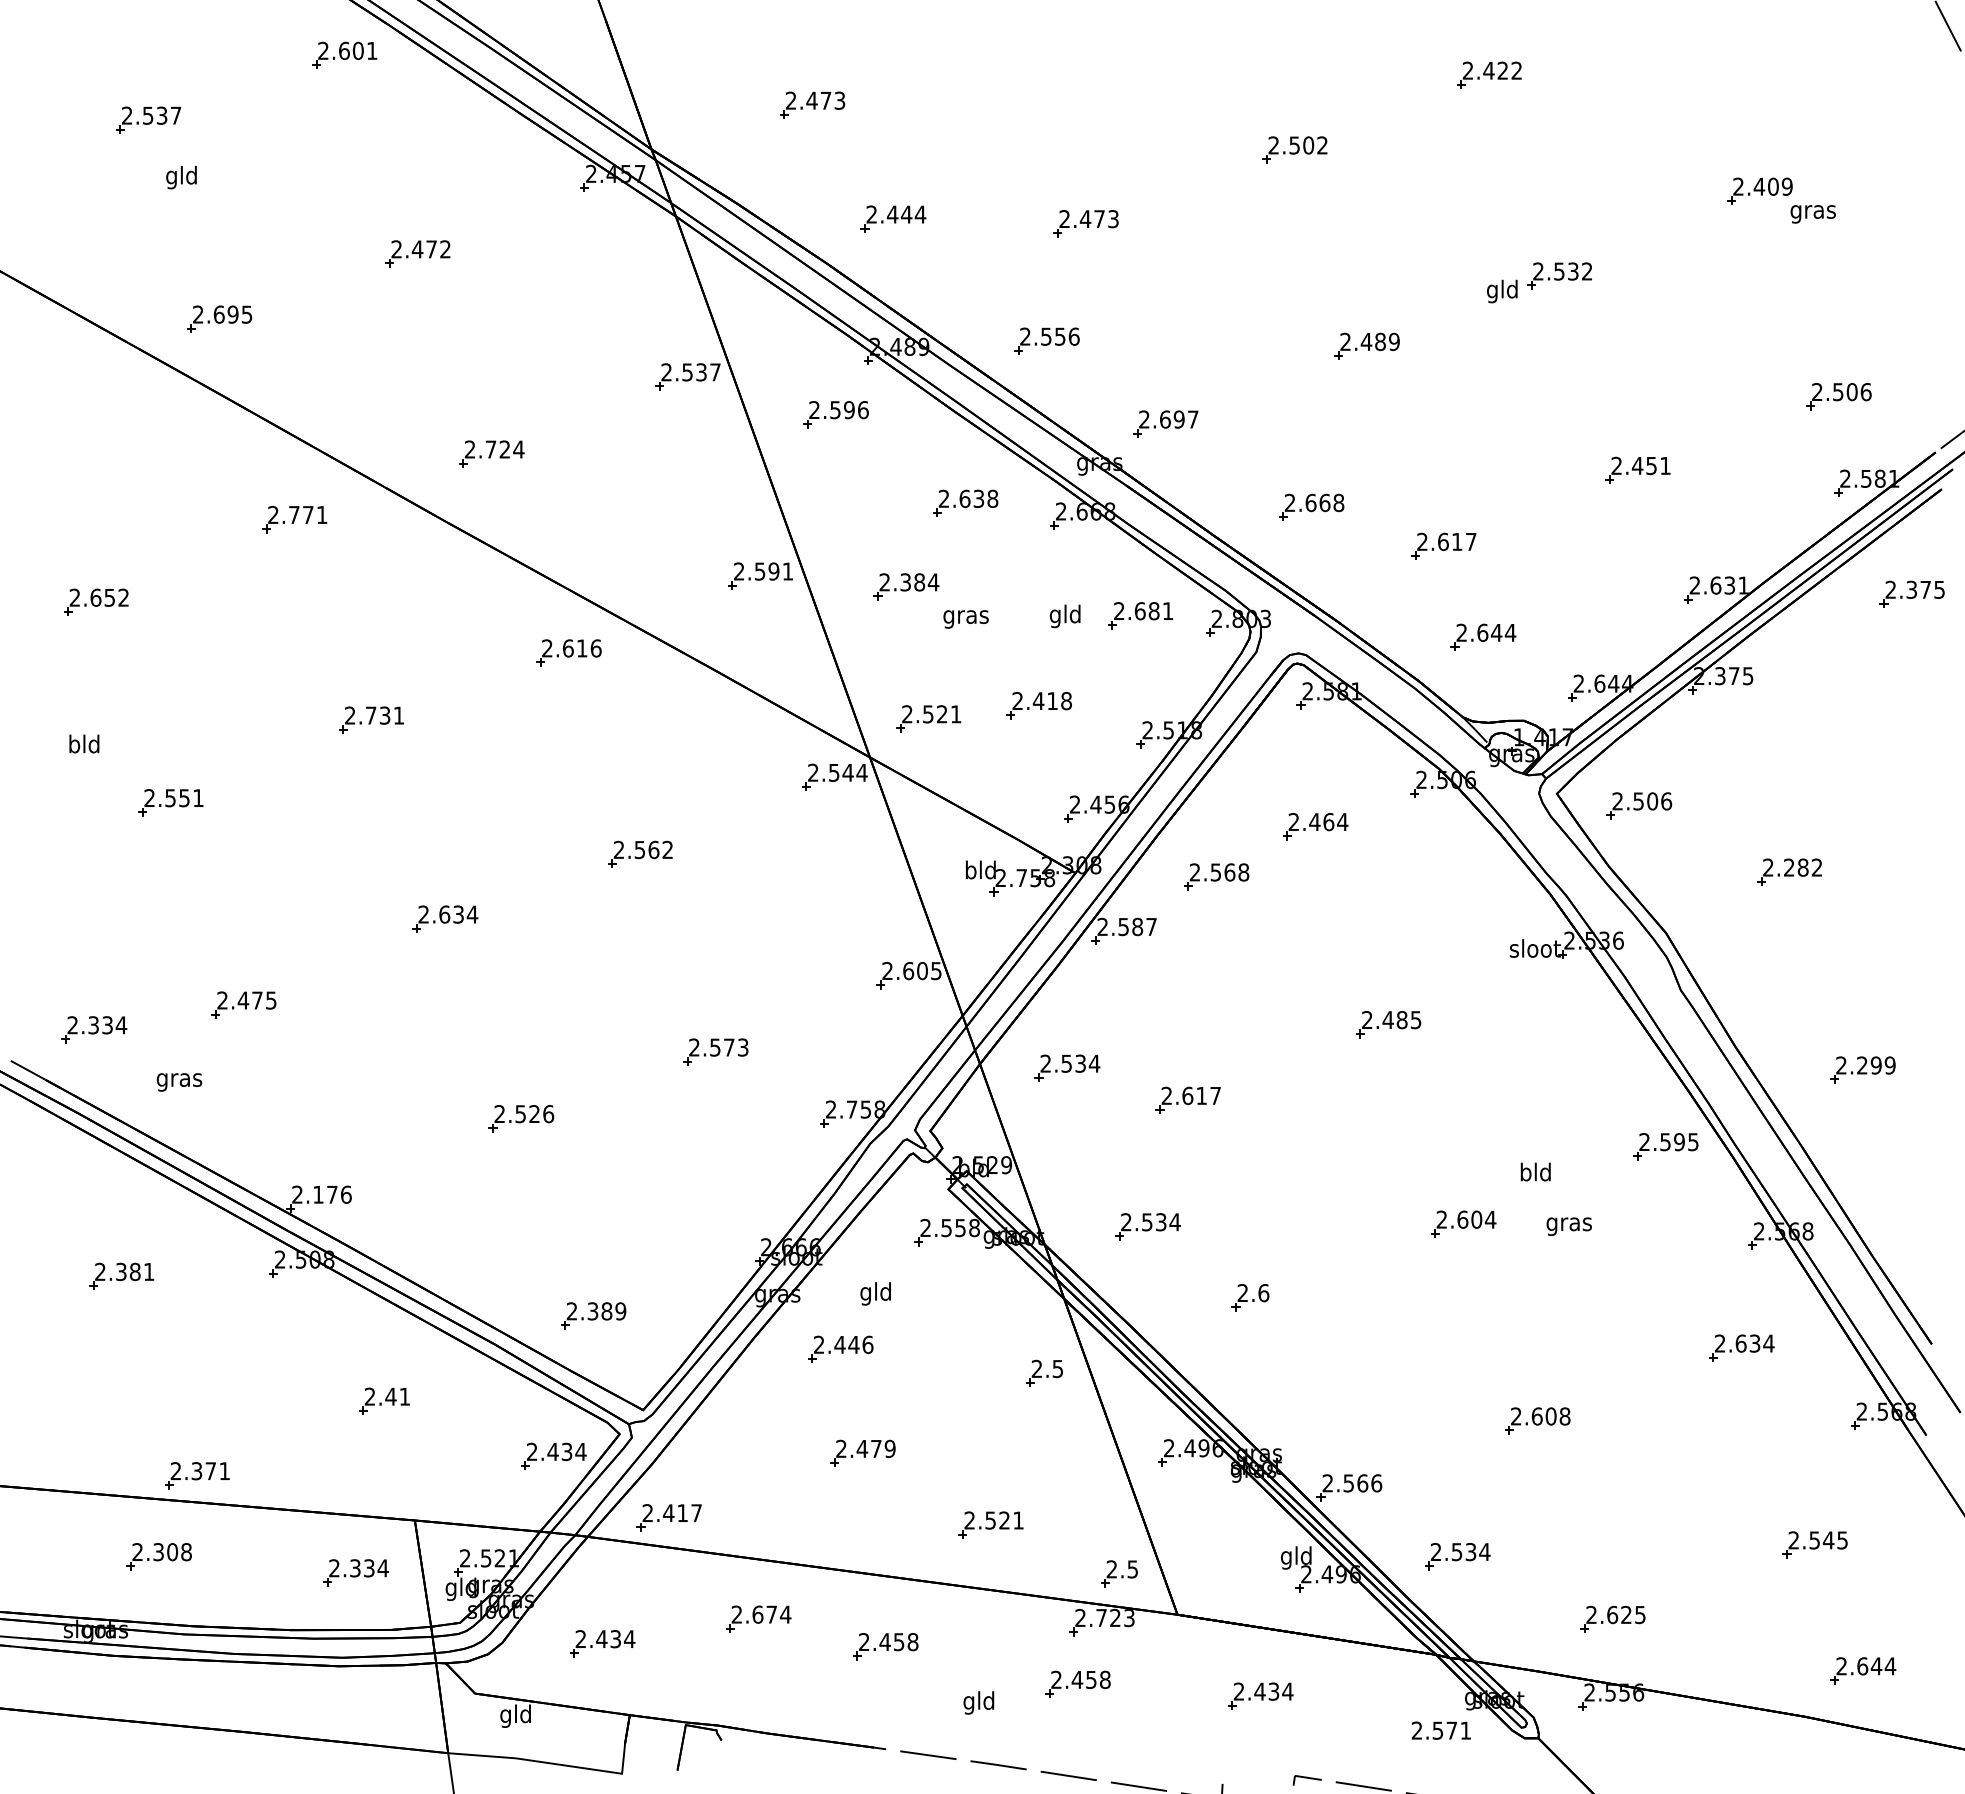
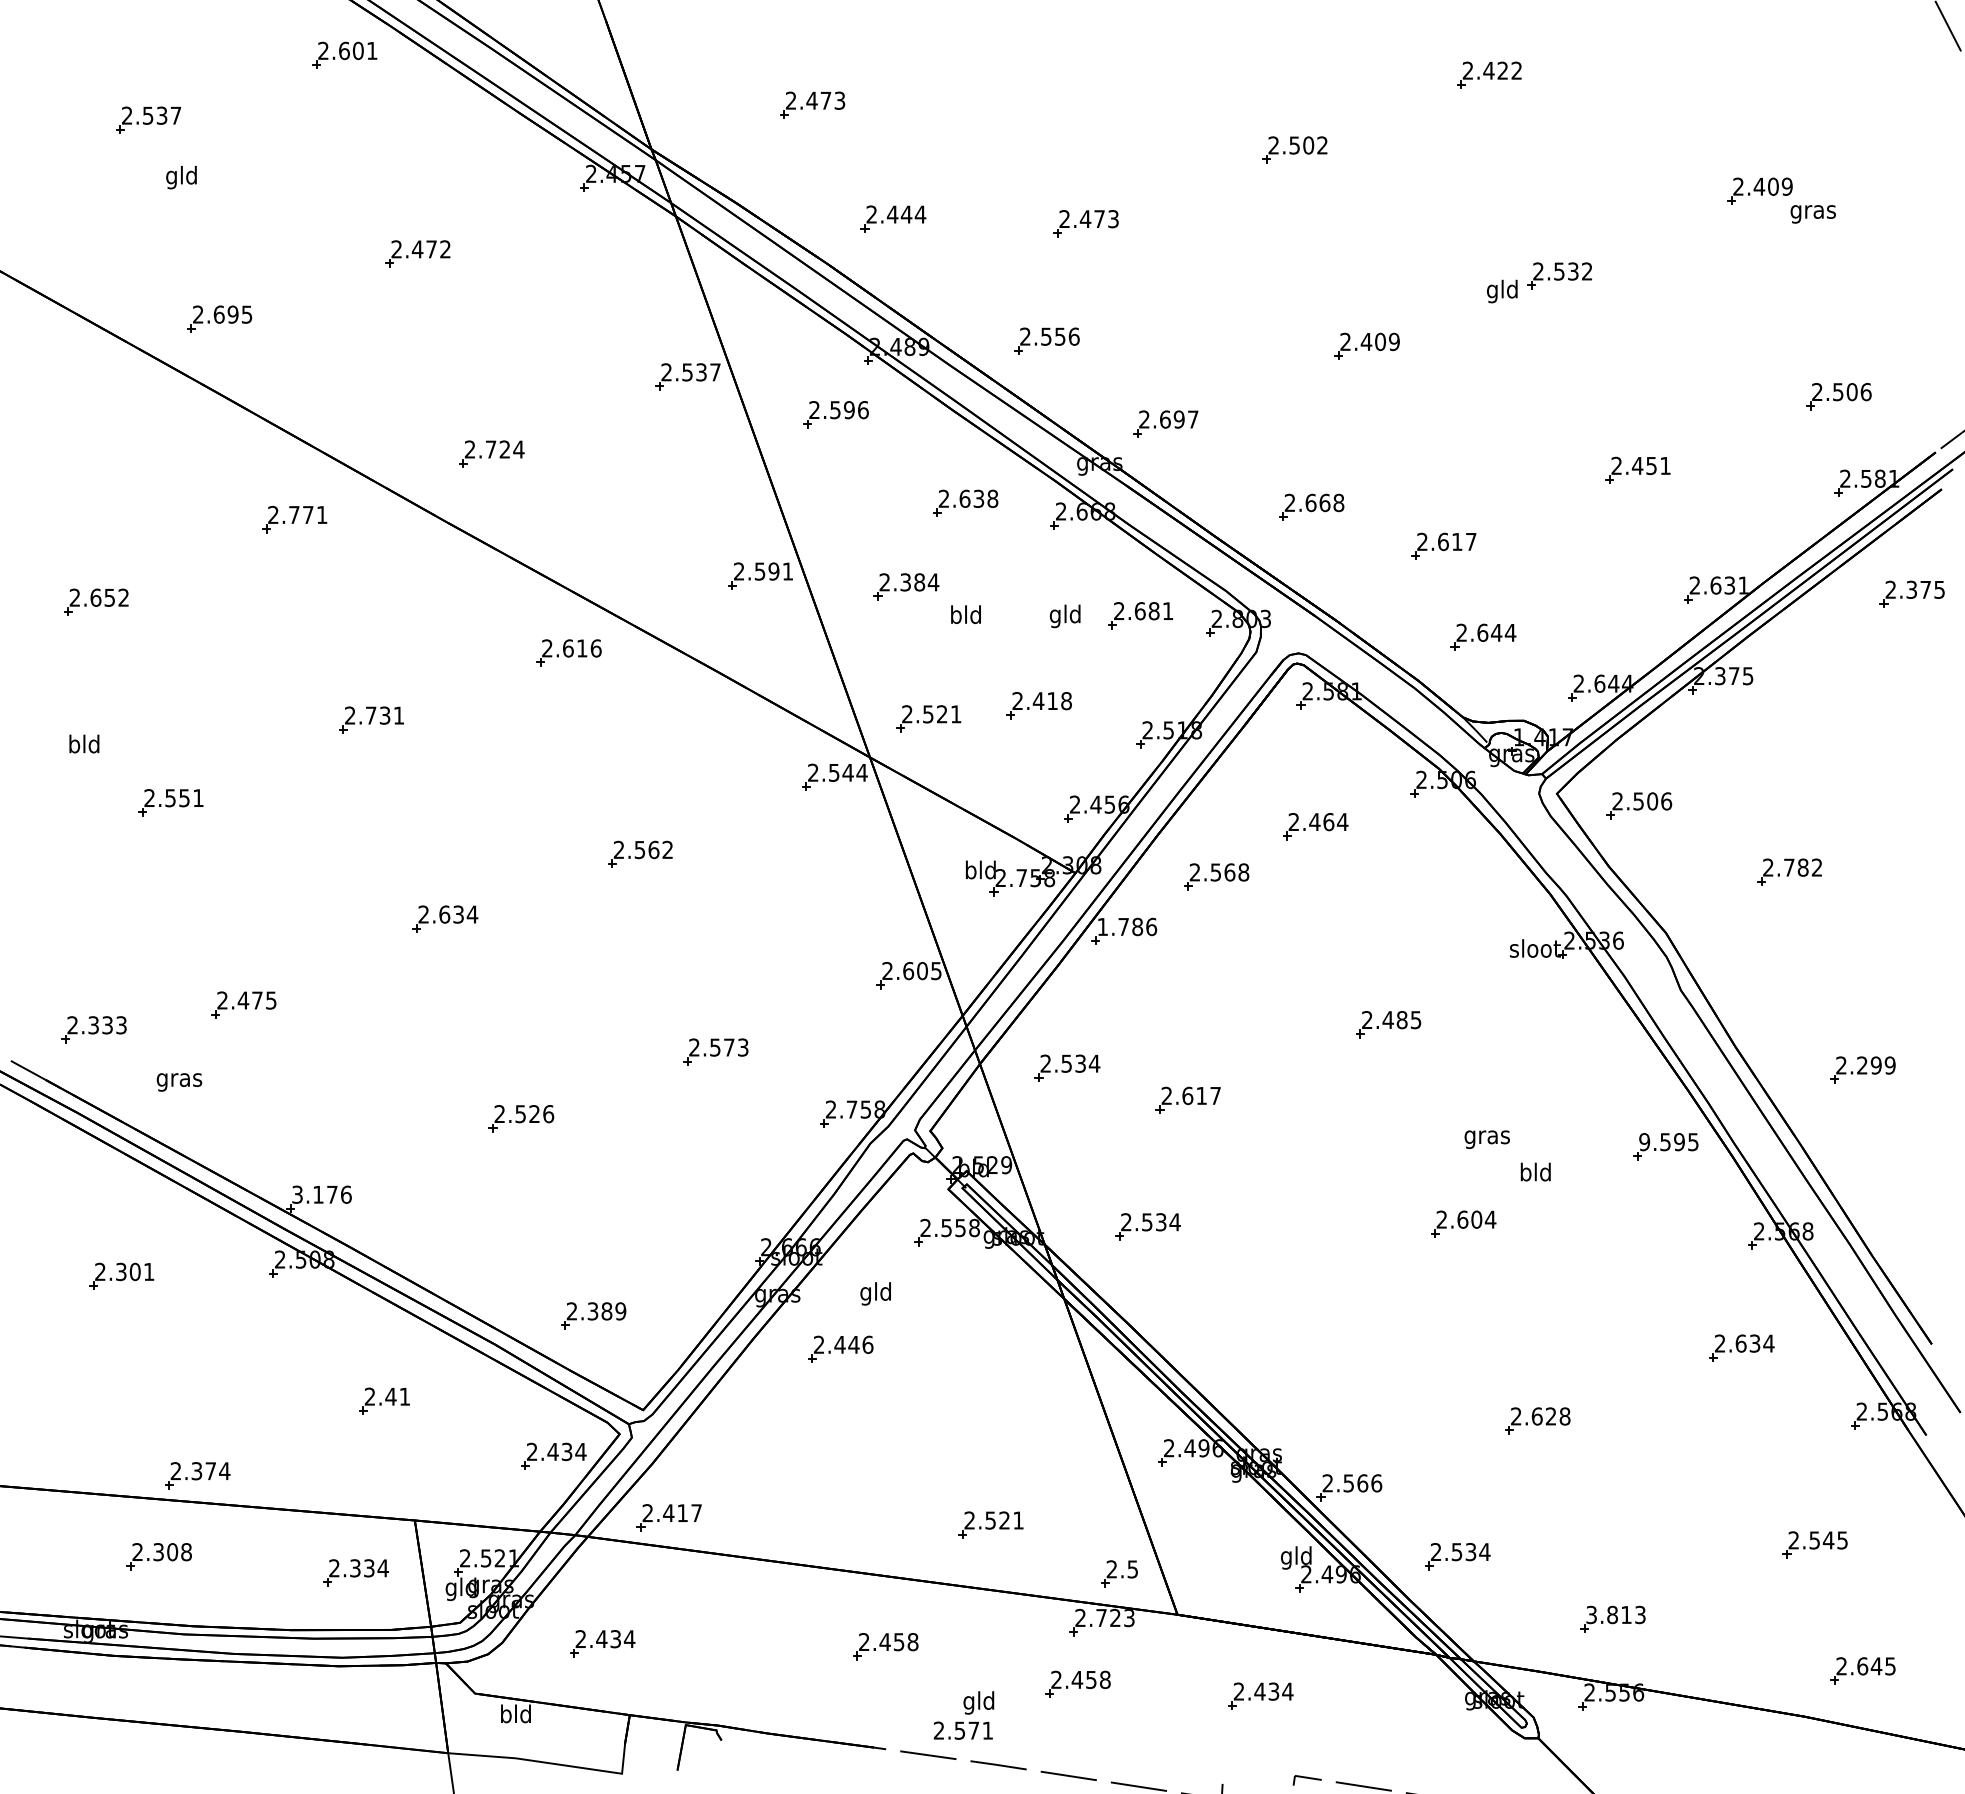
text at (1380, 341): 2.489 -> 2.409
text at (965, 616): gras -> bld
text at (1789, 867): 2.282 -> 2.782
text at (1127, 926): 2.587 -> 1.786
text at (121, 1025): 2.334 -> 2.333
text at (1644, 1142): 2.595 -> 9.595
text at (297, 1194): 2.176 -> 3.176
text at (1568, 1226) position: (1568, 1226) -> (1486, 1139)
text at (134, 1271): 2.381 -> 2.301
part at (1250, 1297): present -> none
part at (1044, 1372): present -> none
text at (1550, 1416): 2.608 -> 2.628
part at (862, 1452): present -> none
text at (224, 1471): 2.371 -> 2.374
text at (1615, 1614): 2.625 -> 3.813
part at (758, 1618): present -> none
text at (1890, 1666): 2.644 -> 2.645
text at (505, 1715): gld -> bld
text at (1440, 1730) position: (1440, 1730) -> (962, 1730)
